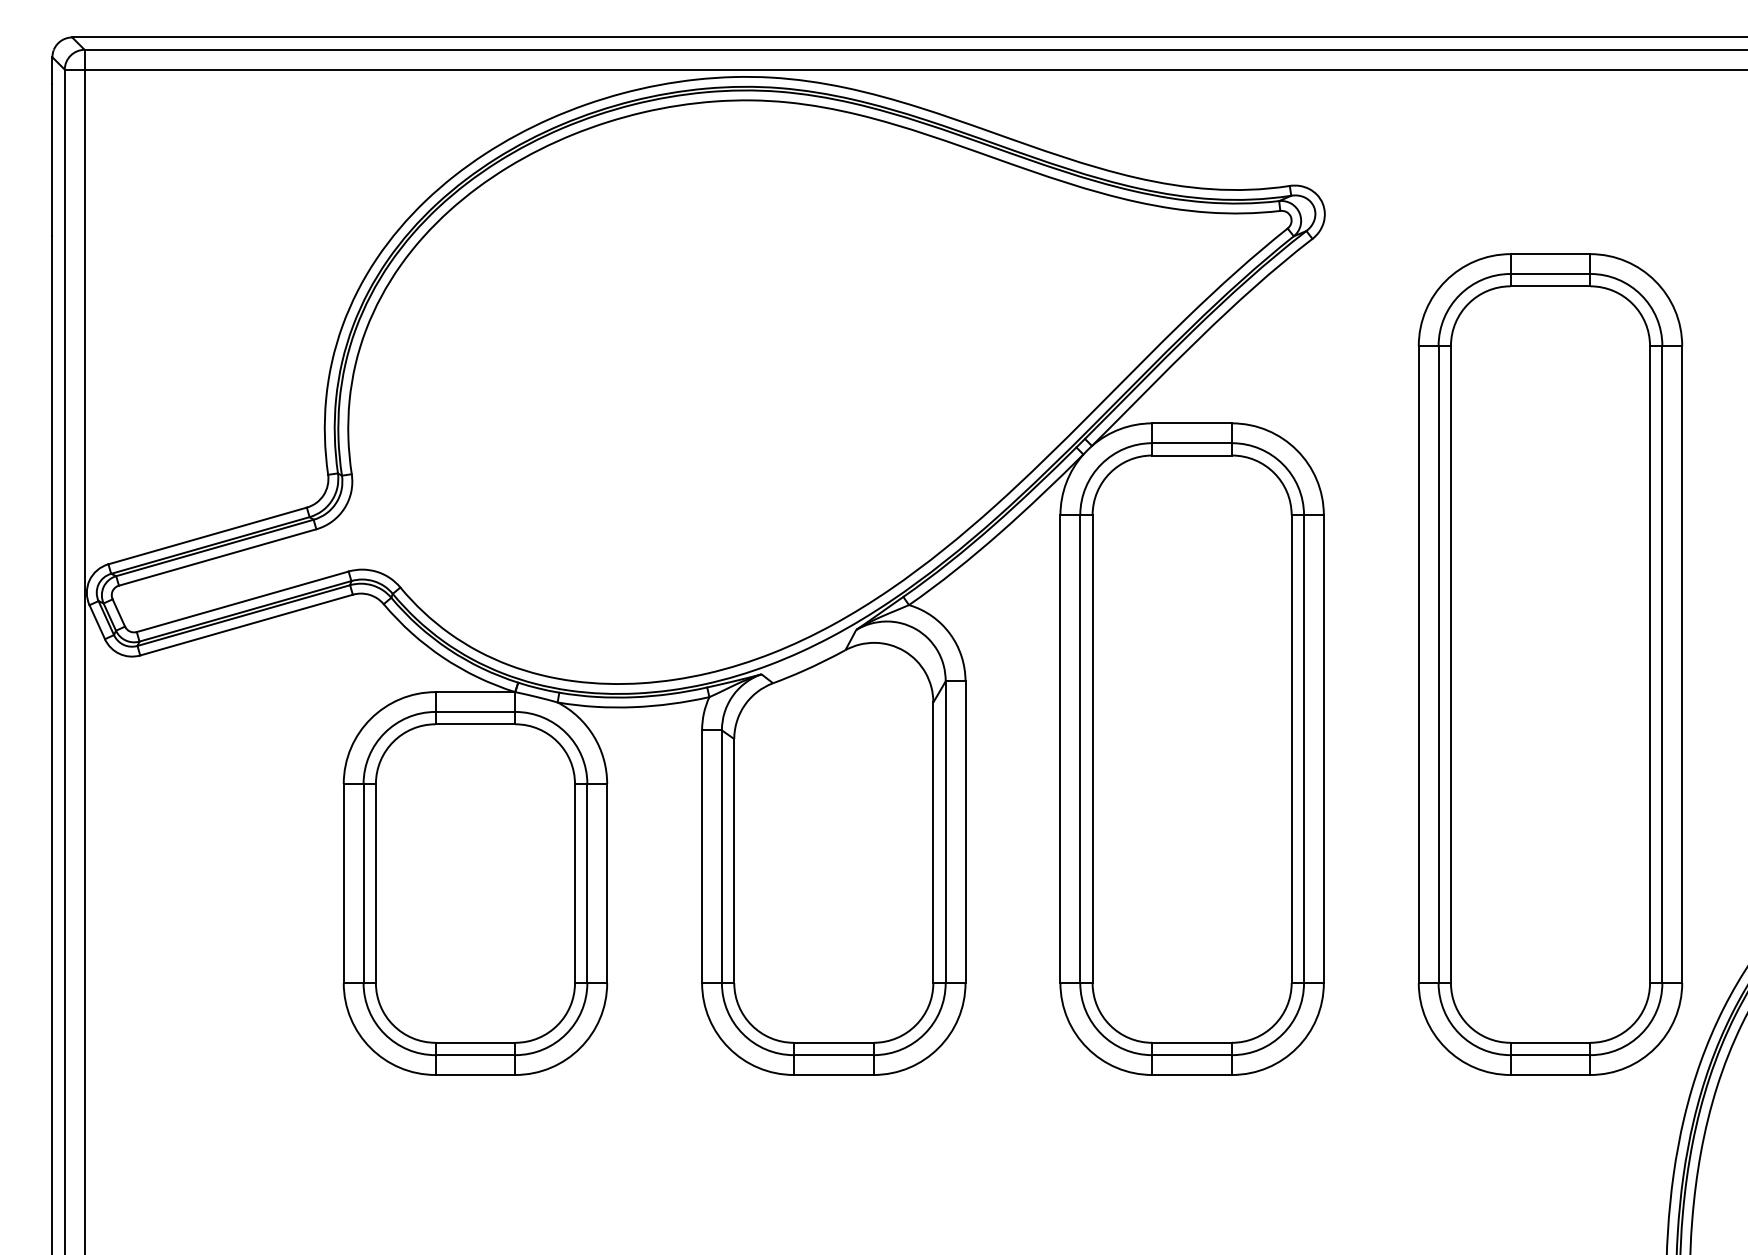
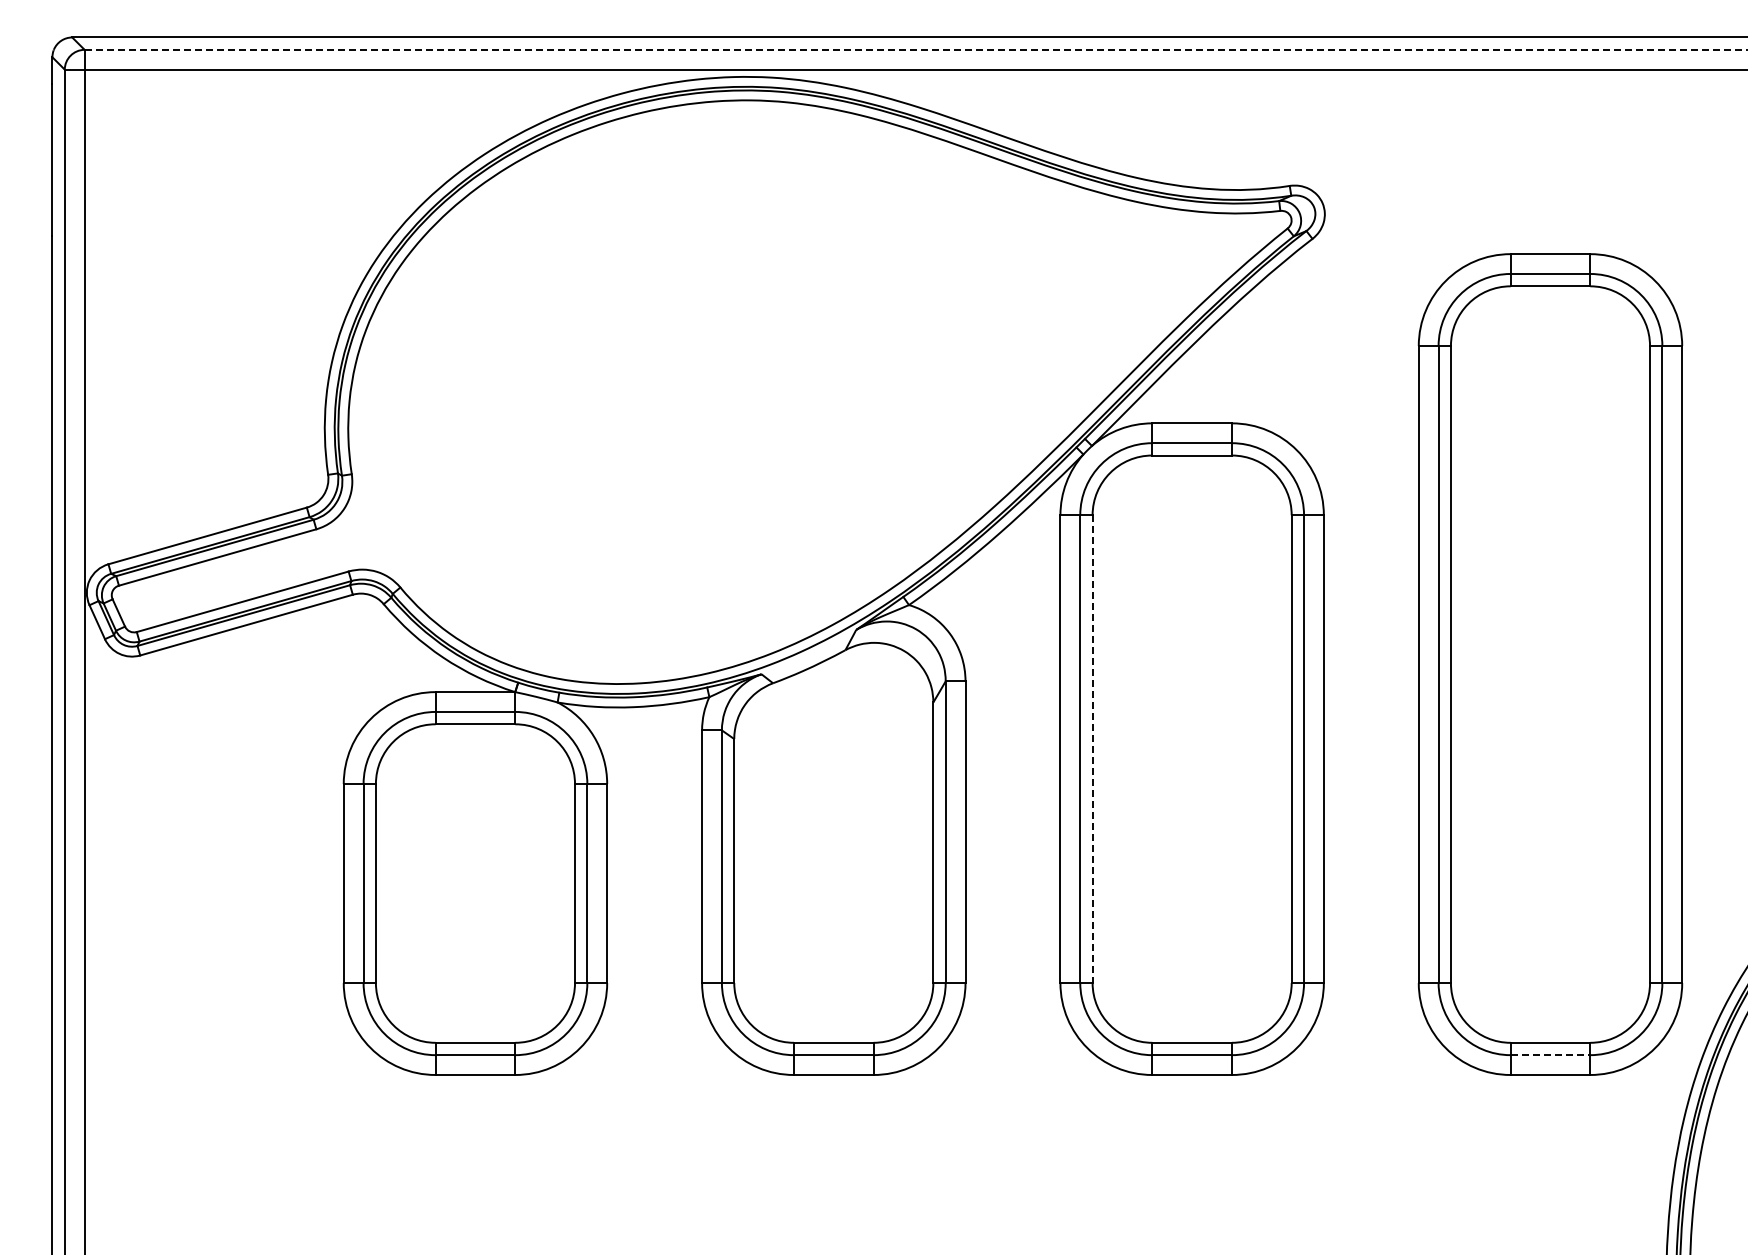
line at (916, 49): solid -> dashed
line at (1092, 749): solid -> dashed
line at (1550, 1055): solid -> dashed
